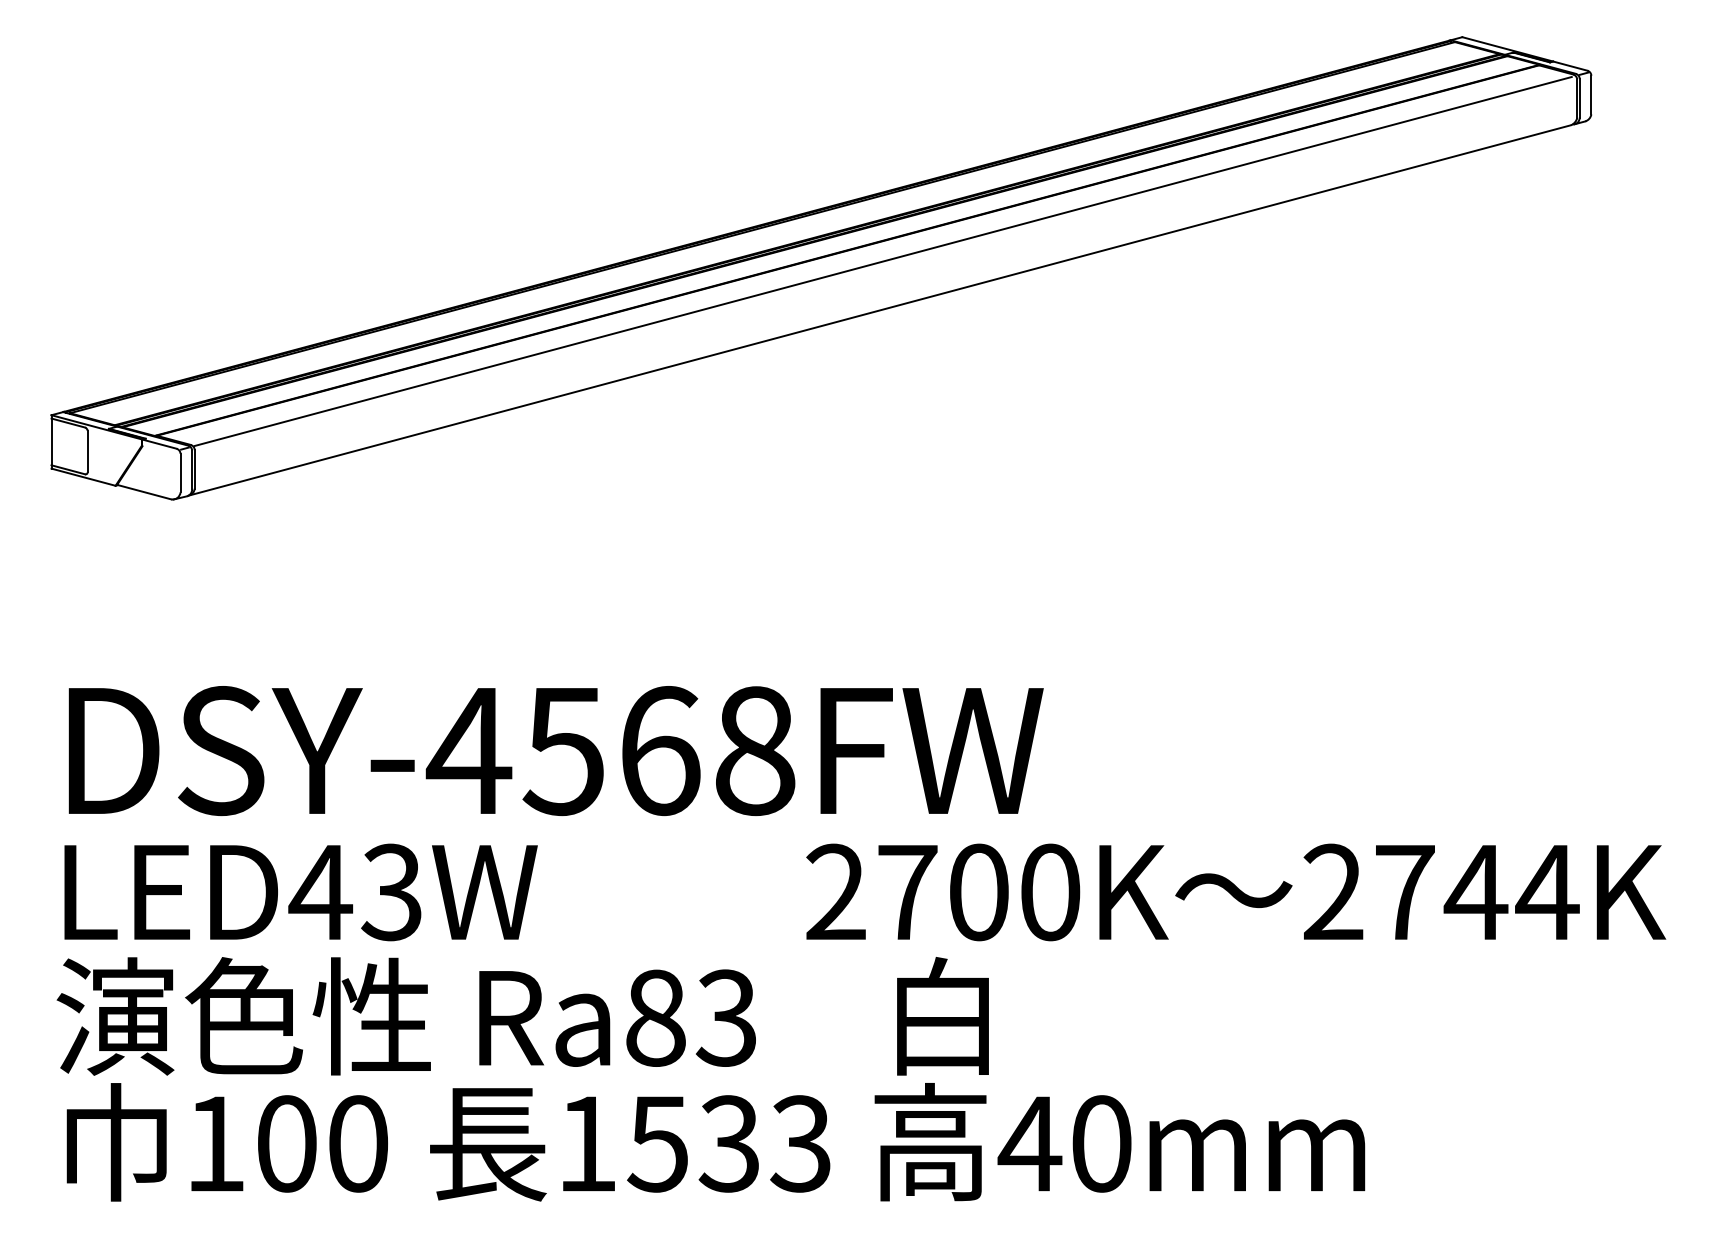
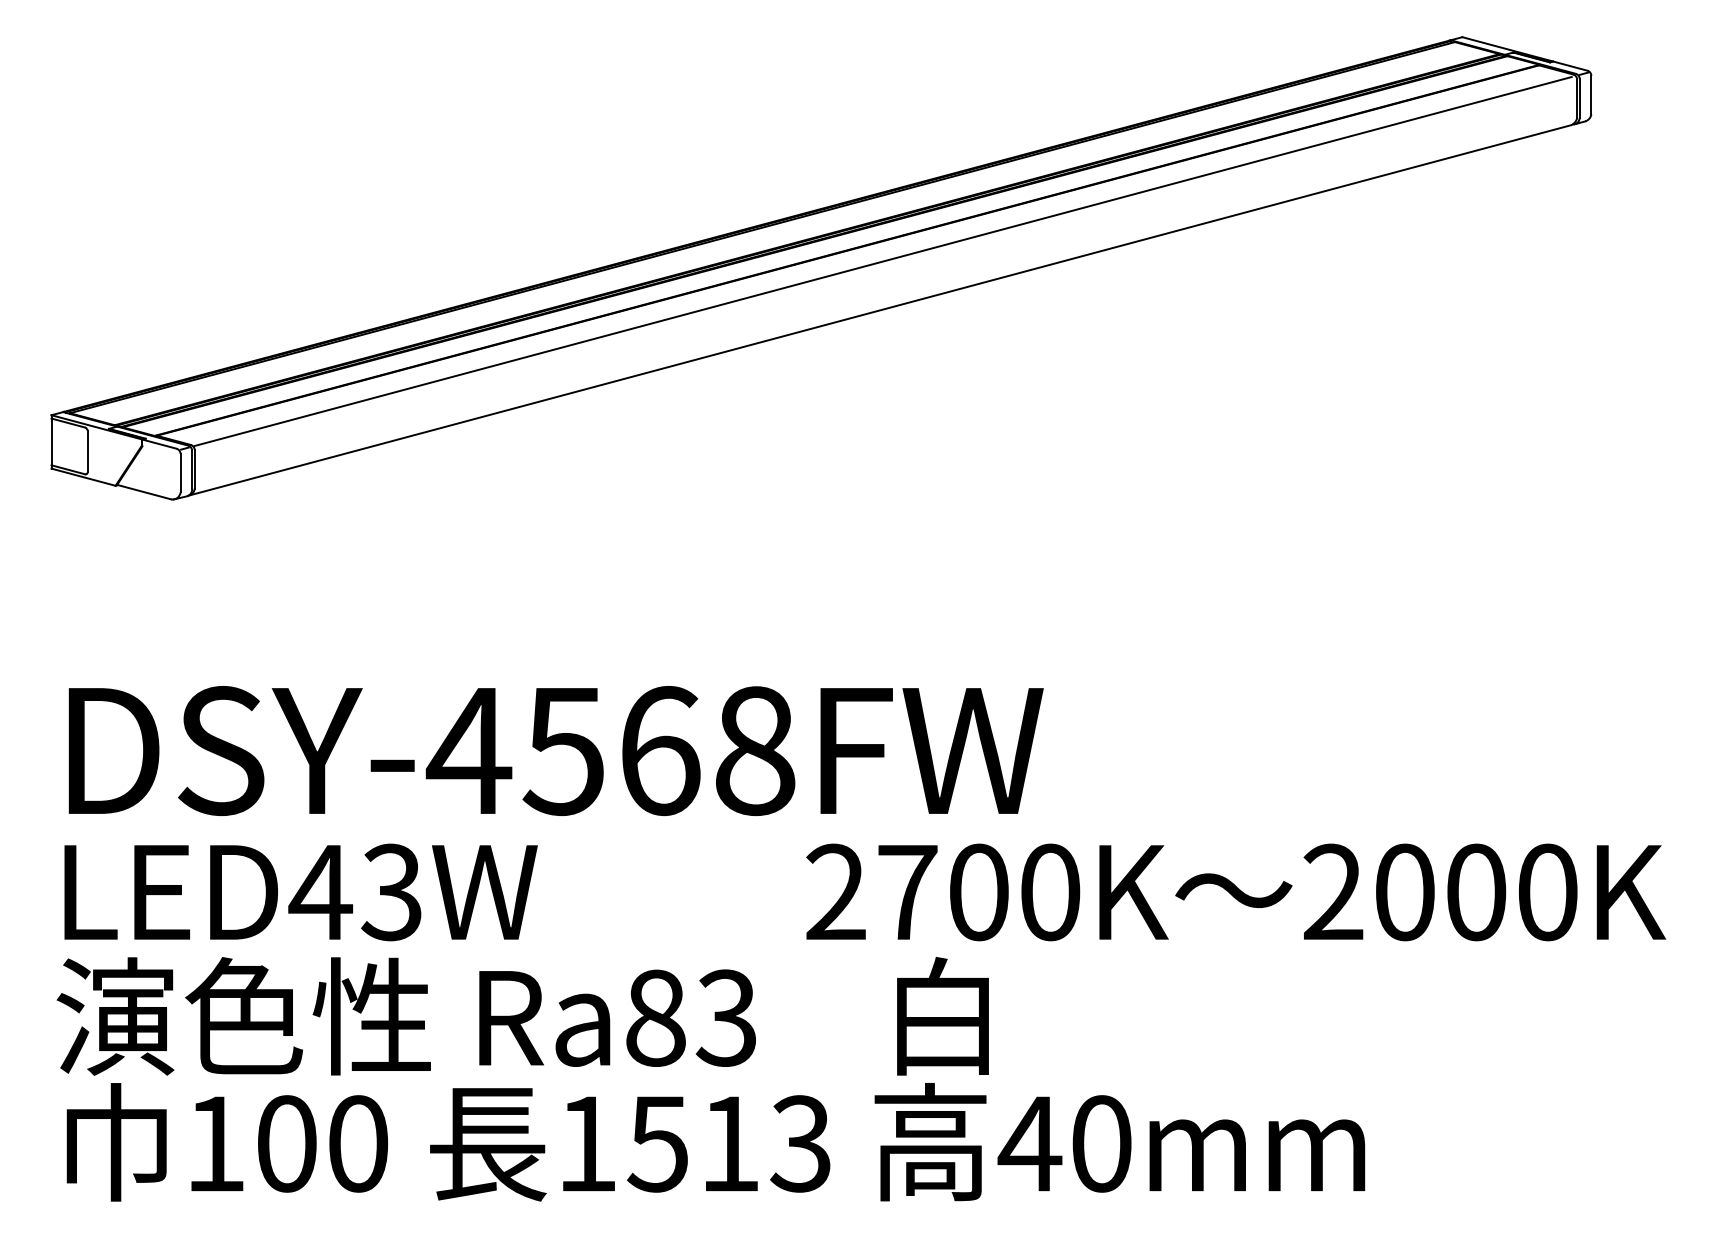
text at (1477, 892): 2744K -> 2000K
text at (728, 1143): 1533 -> 1513
